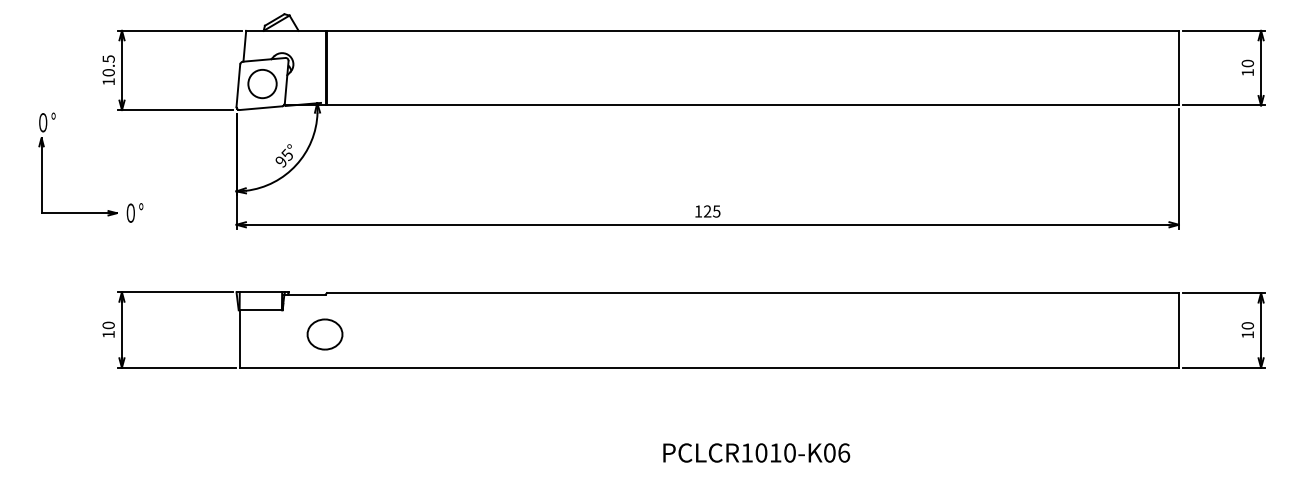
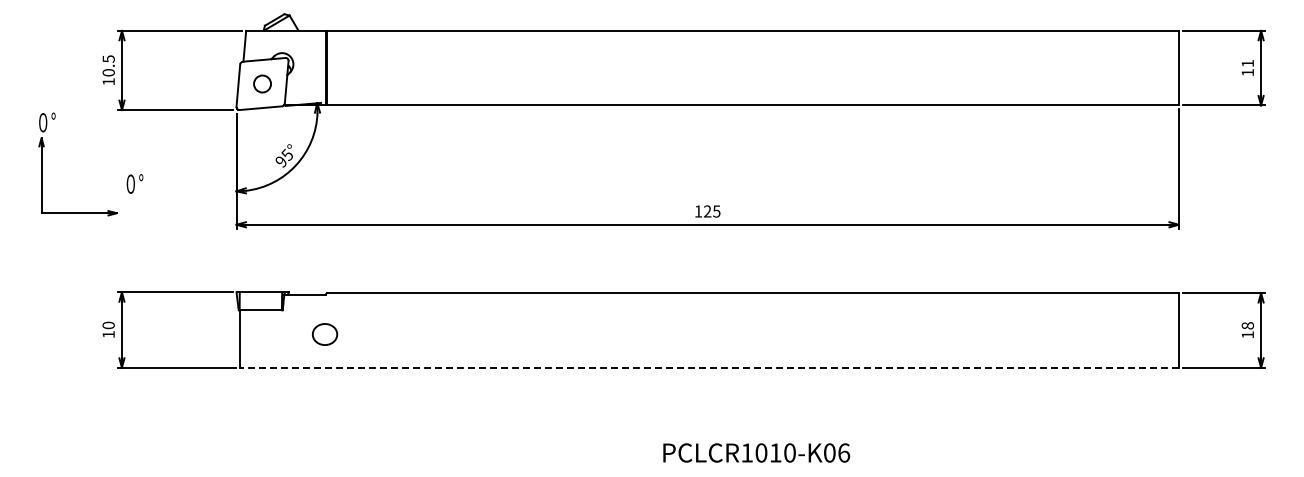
text at (1247, 63): 10 -> 11
circle at (262, 83) diameter: 28 px -> 17 px
text at (134, 212) position: (134, 212) -> (134, 183)
text at (1247, 325): 10 -> 18
part at (324, 334) size: 38x33 px -> 27x23 px
line at (709, 367): solid -> dashed
